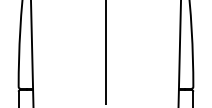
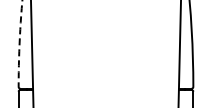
arc at (19, 43): solid -> dashed
line at (105, 53): present -> none
